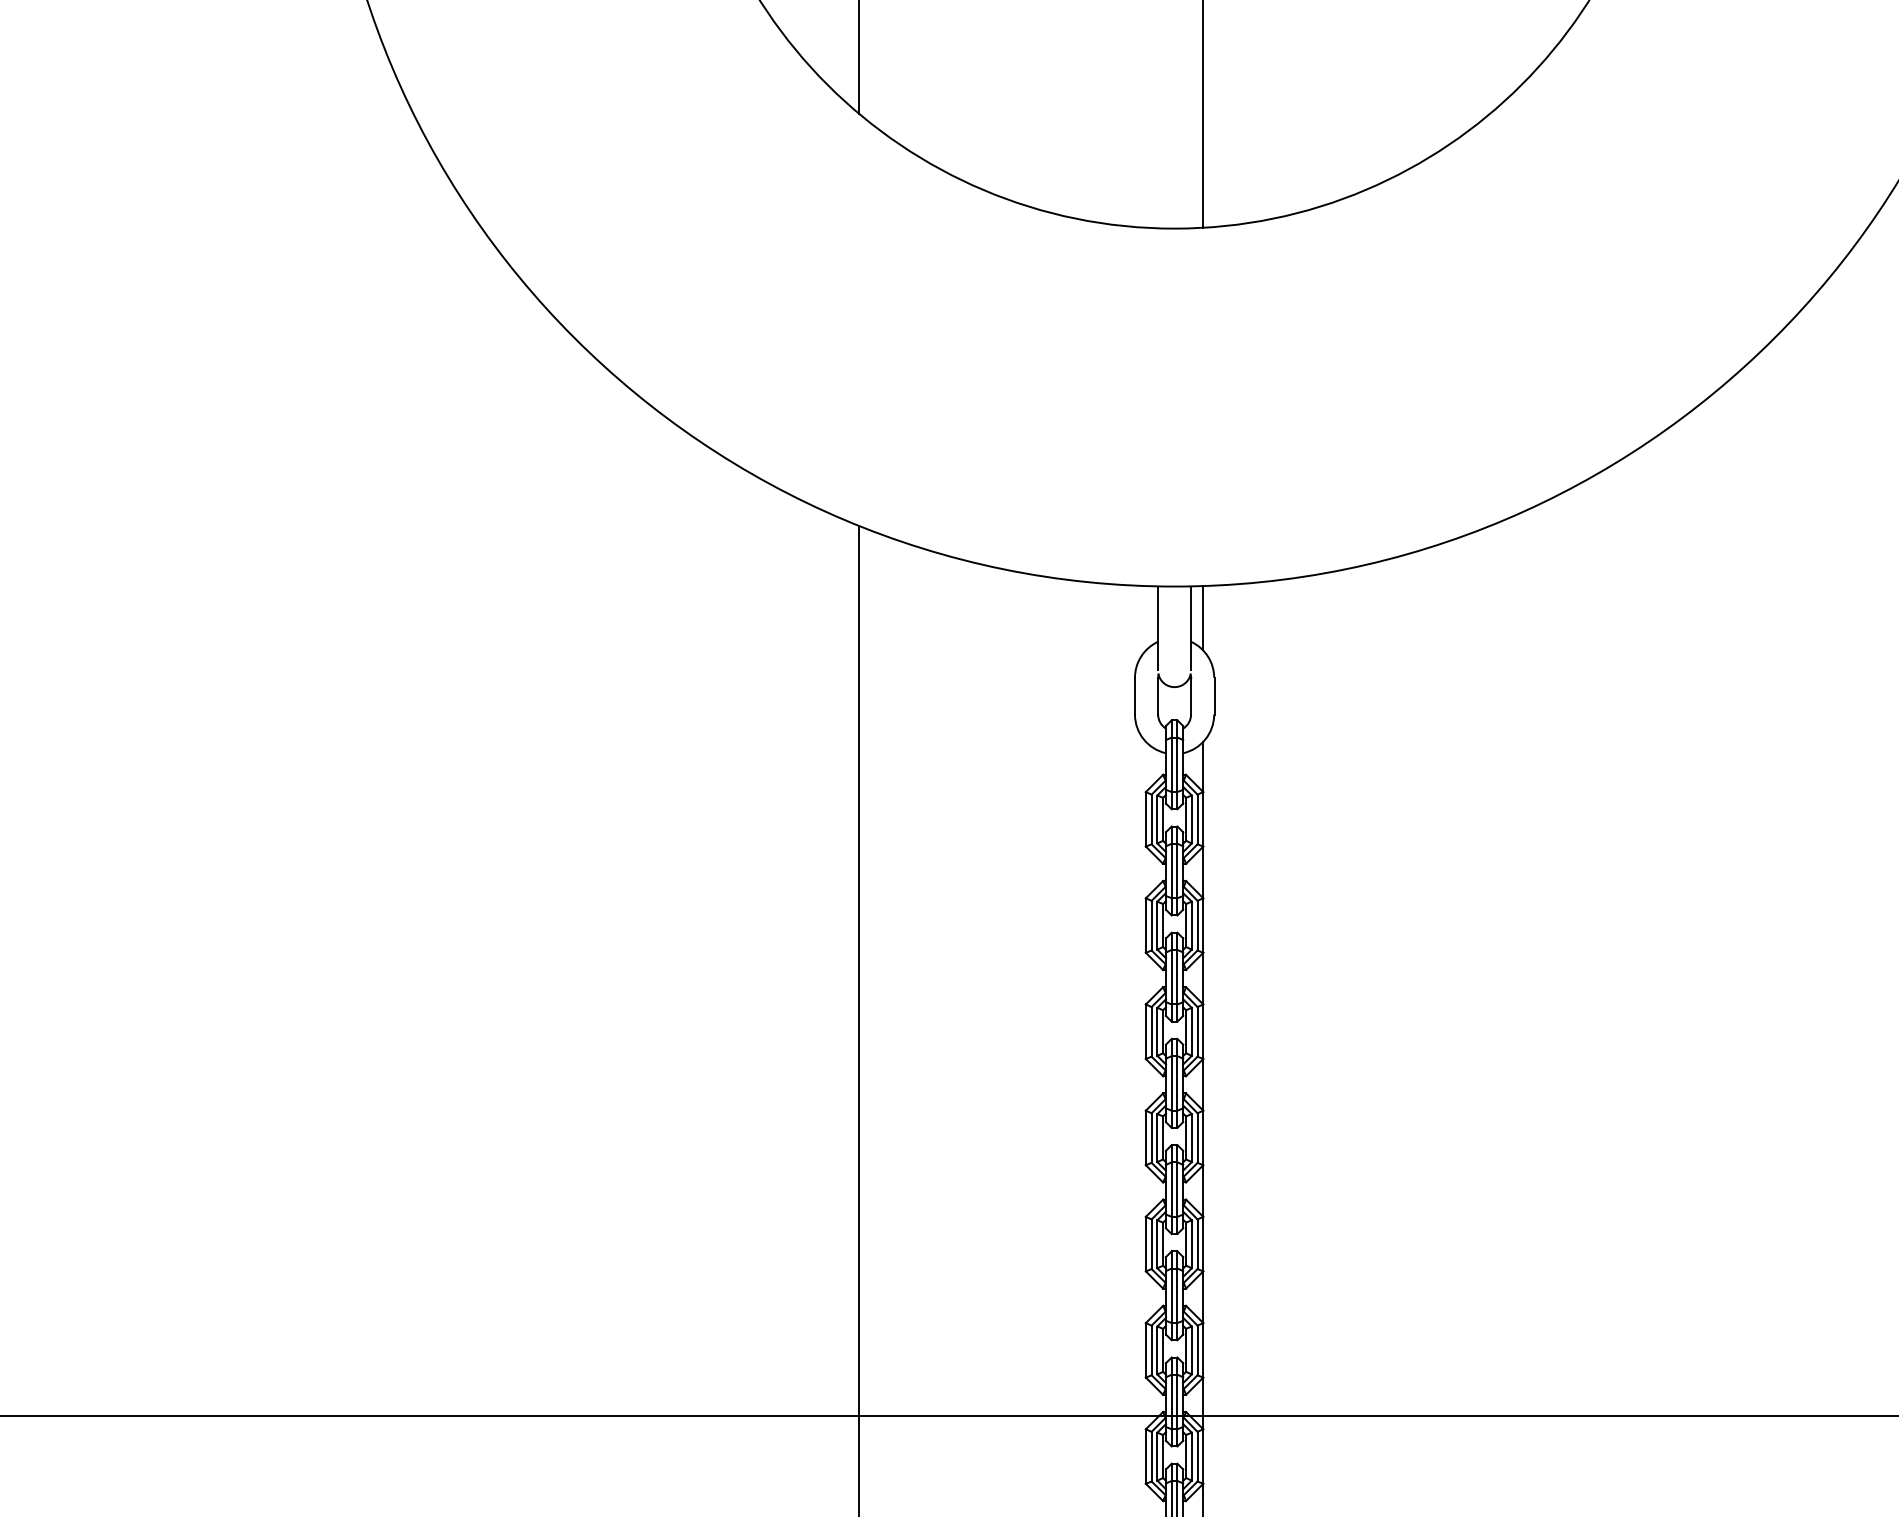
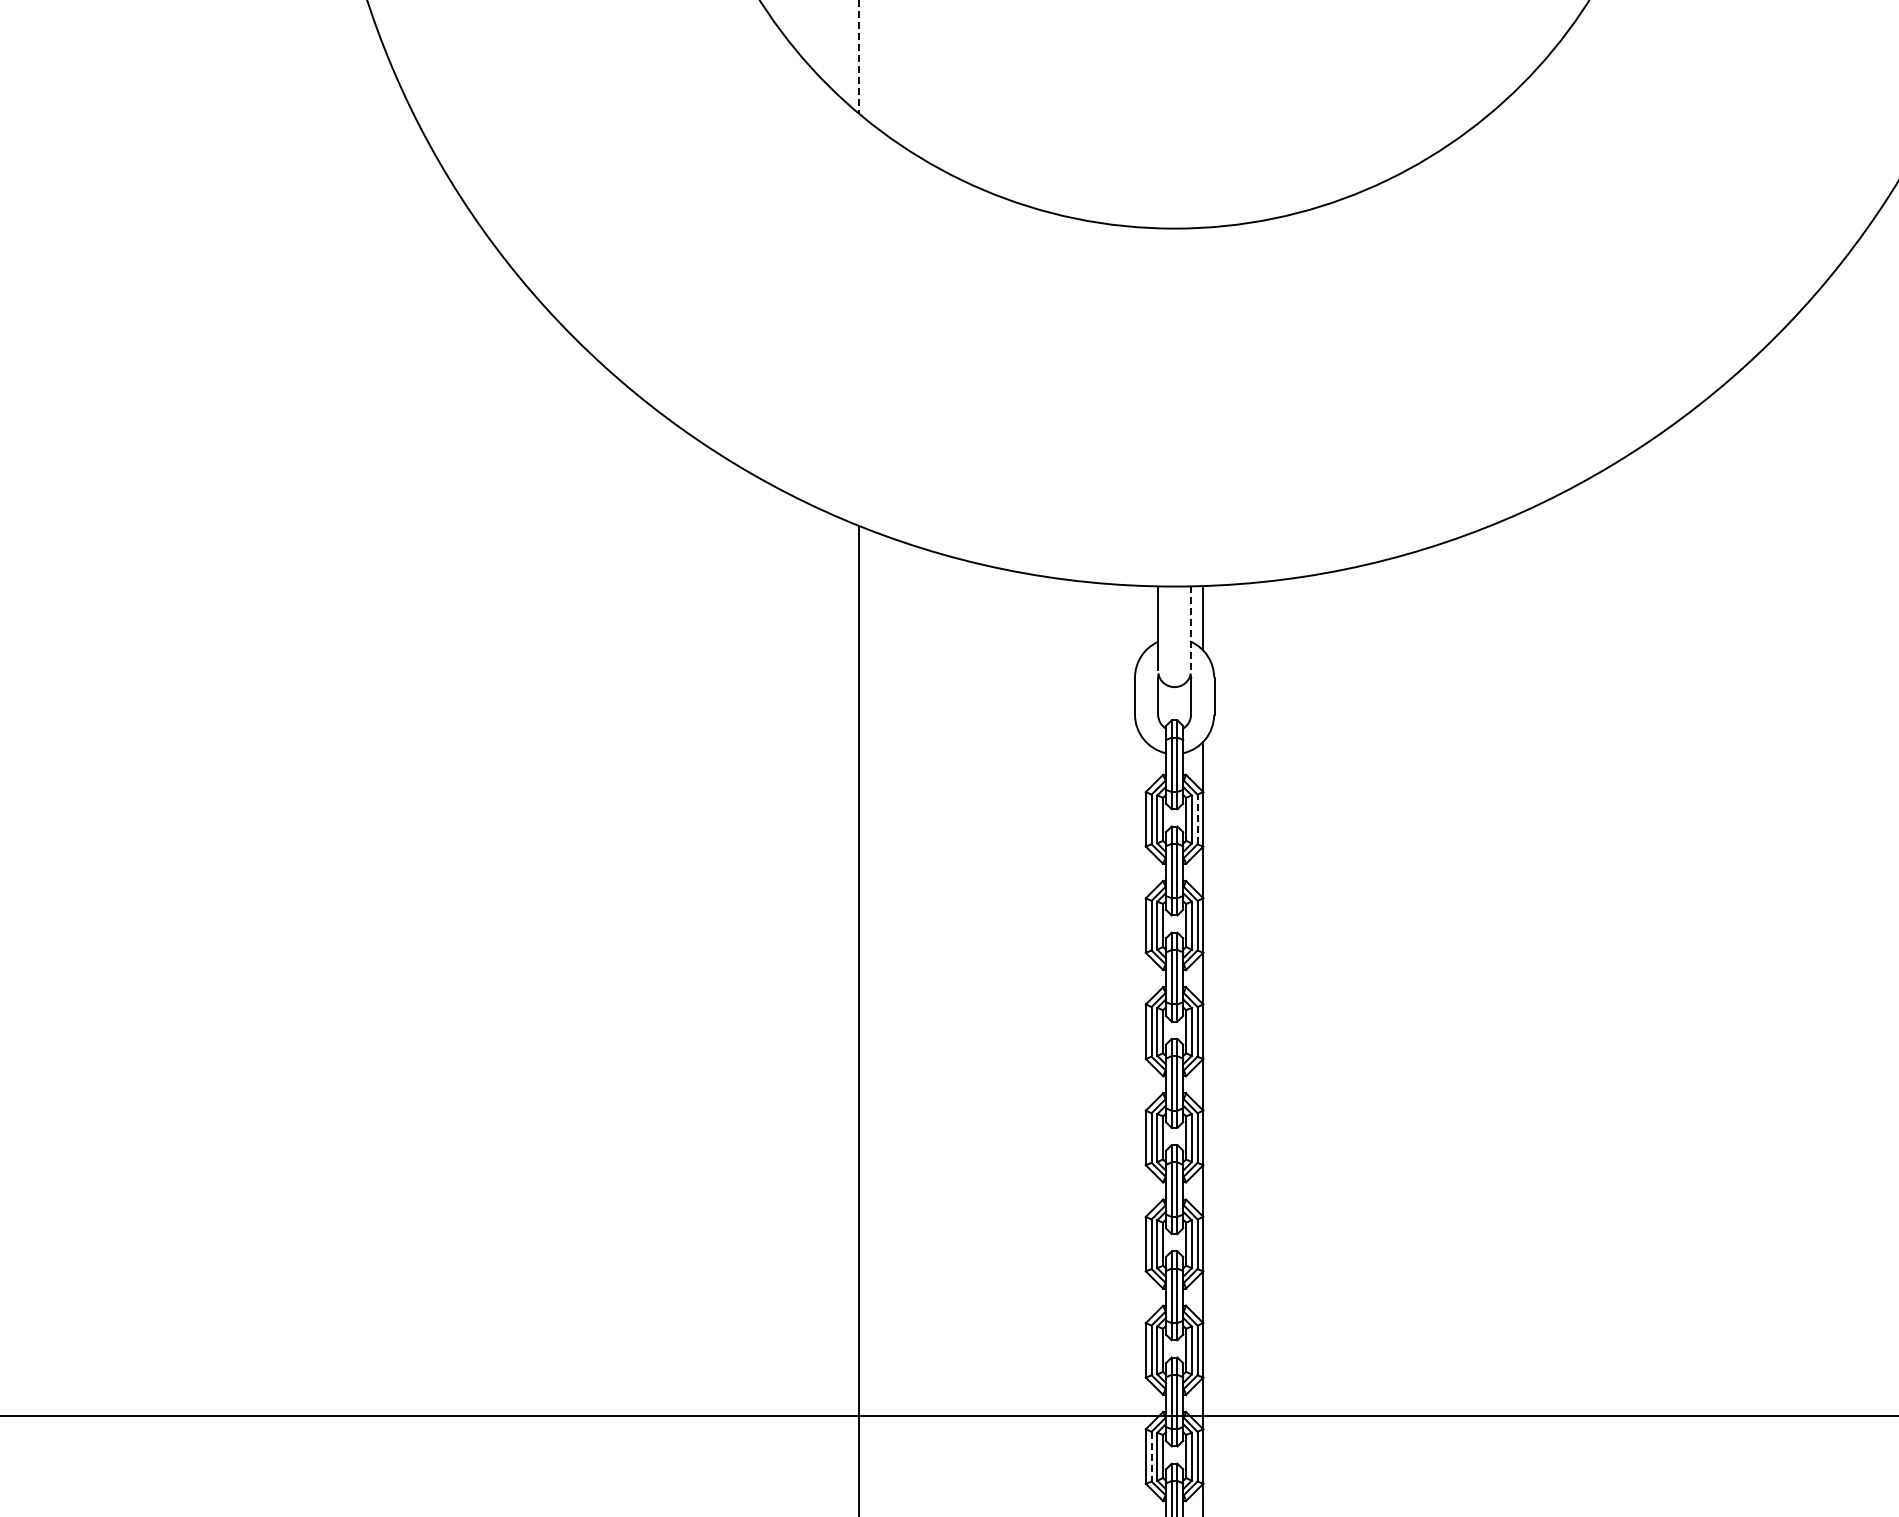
line at (858, 57): solid -> dashed
line at (1203, 114): present -> none
line at (1191, 628): solid -> dashed
line at (1197, 819): solid -> dashed
line at (1151, 1456): solid -> dashed
